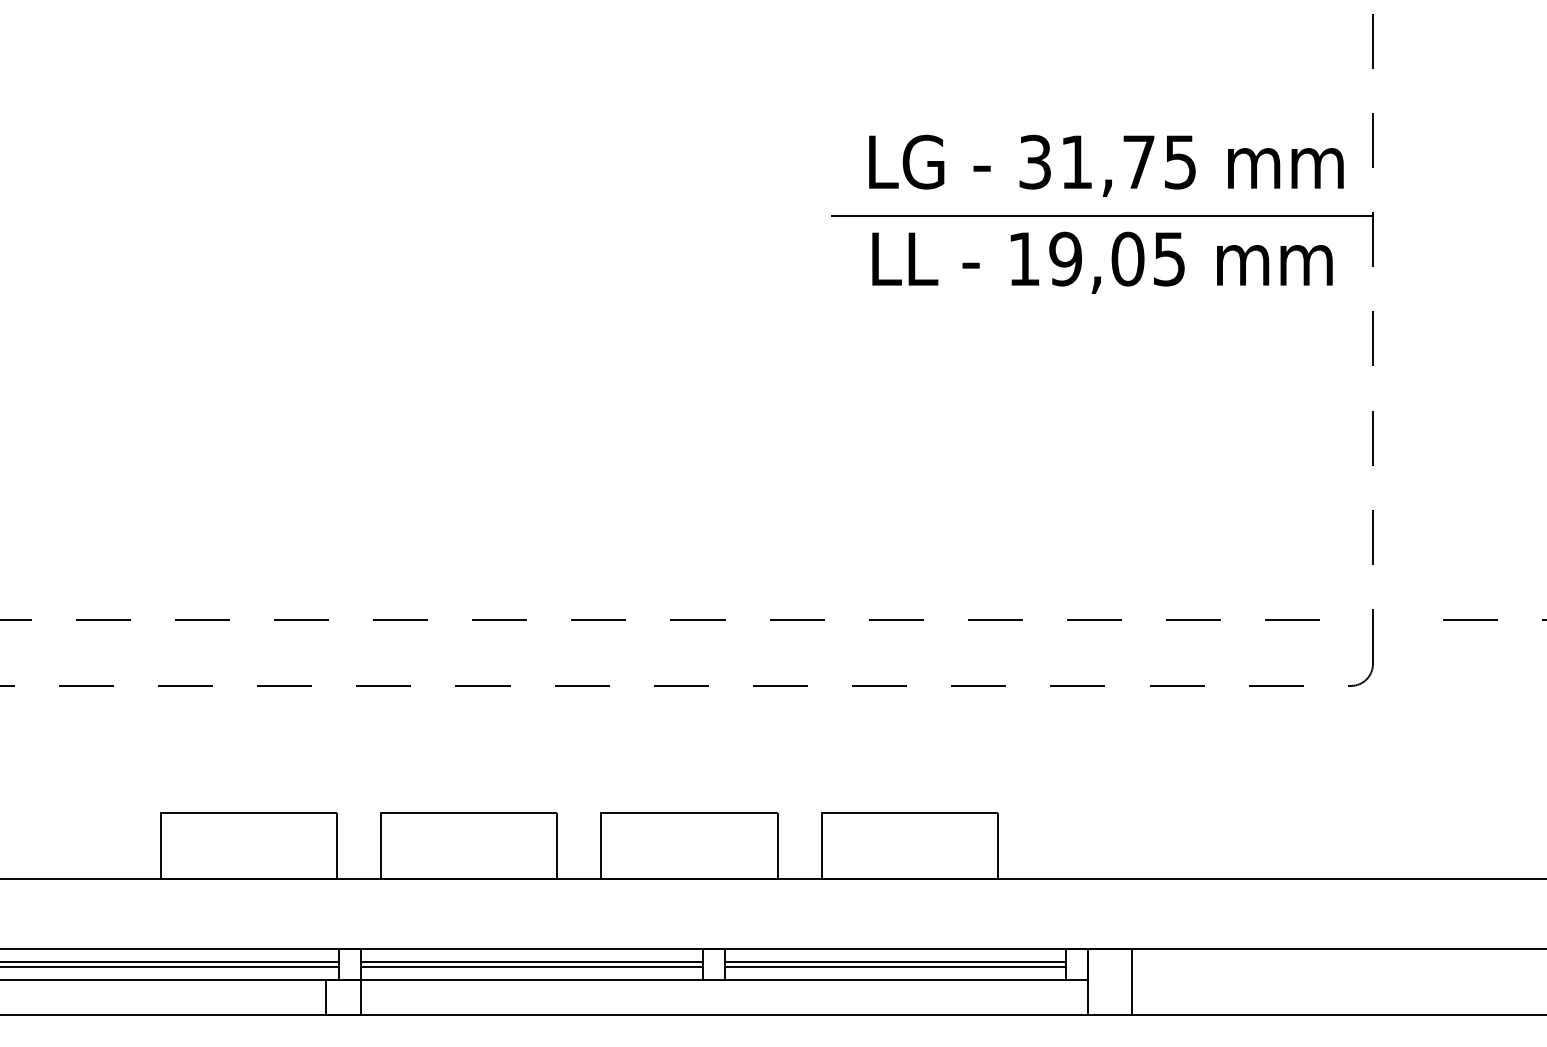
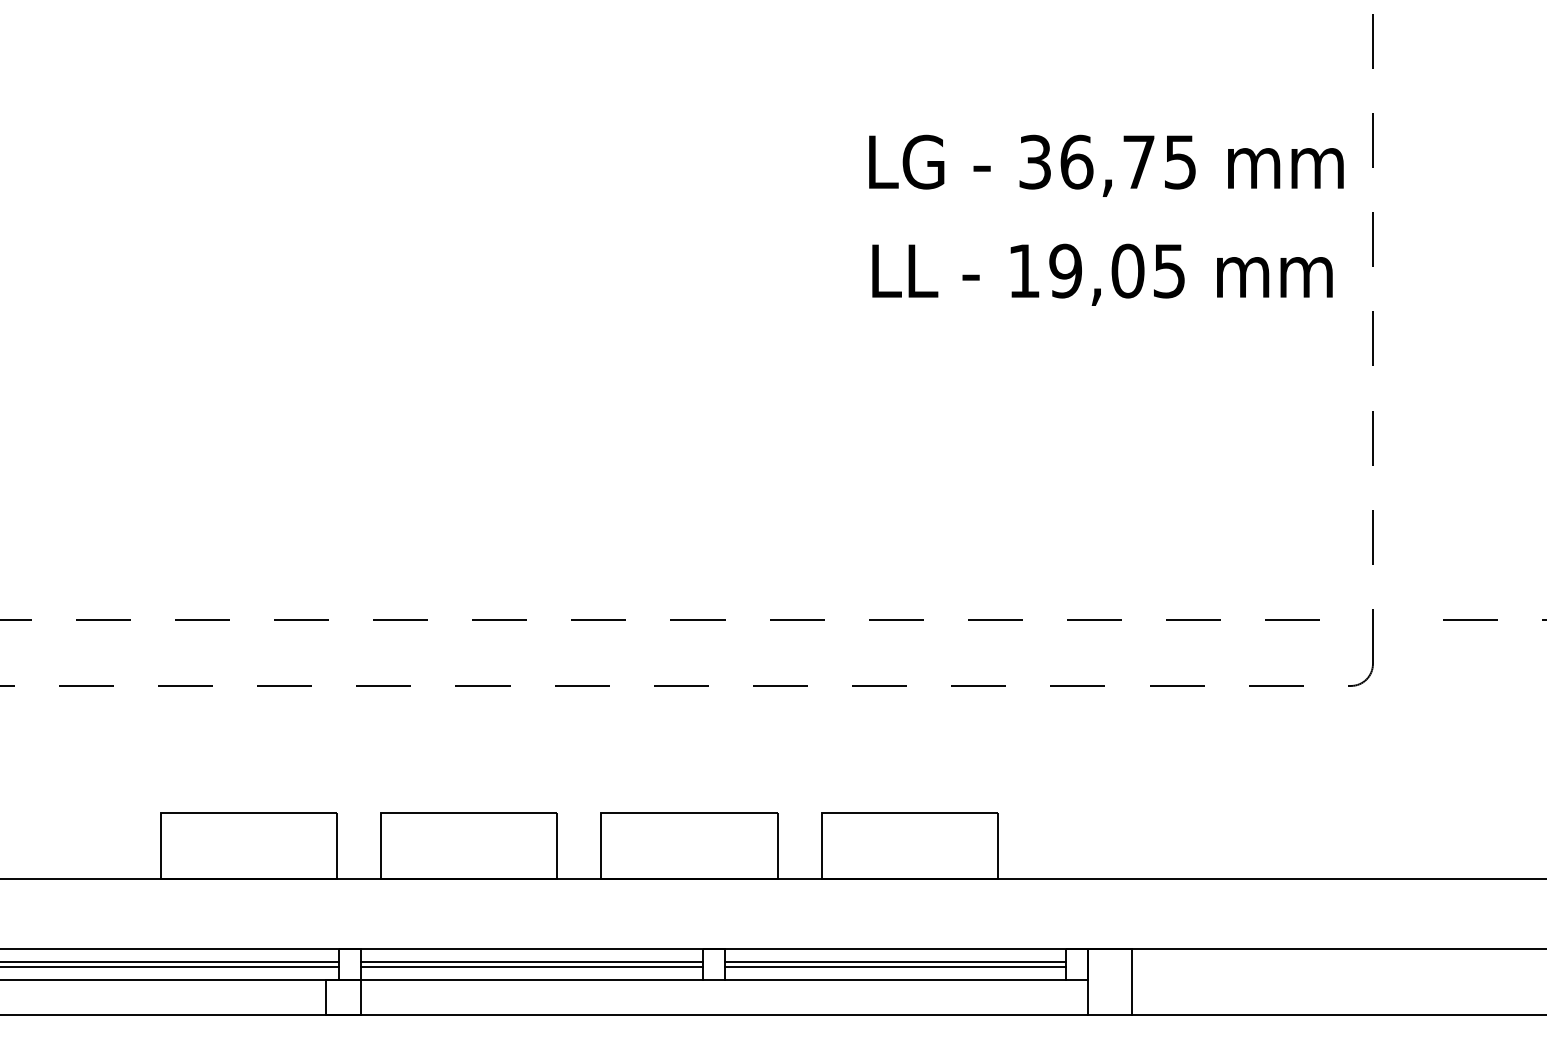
text at (1076, 161): 31,75 -> 36,75
line at (1102, 216): present -> none
text at (1102, 262) position: (1102, 262) -> (1102, 274)
